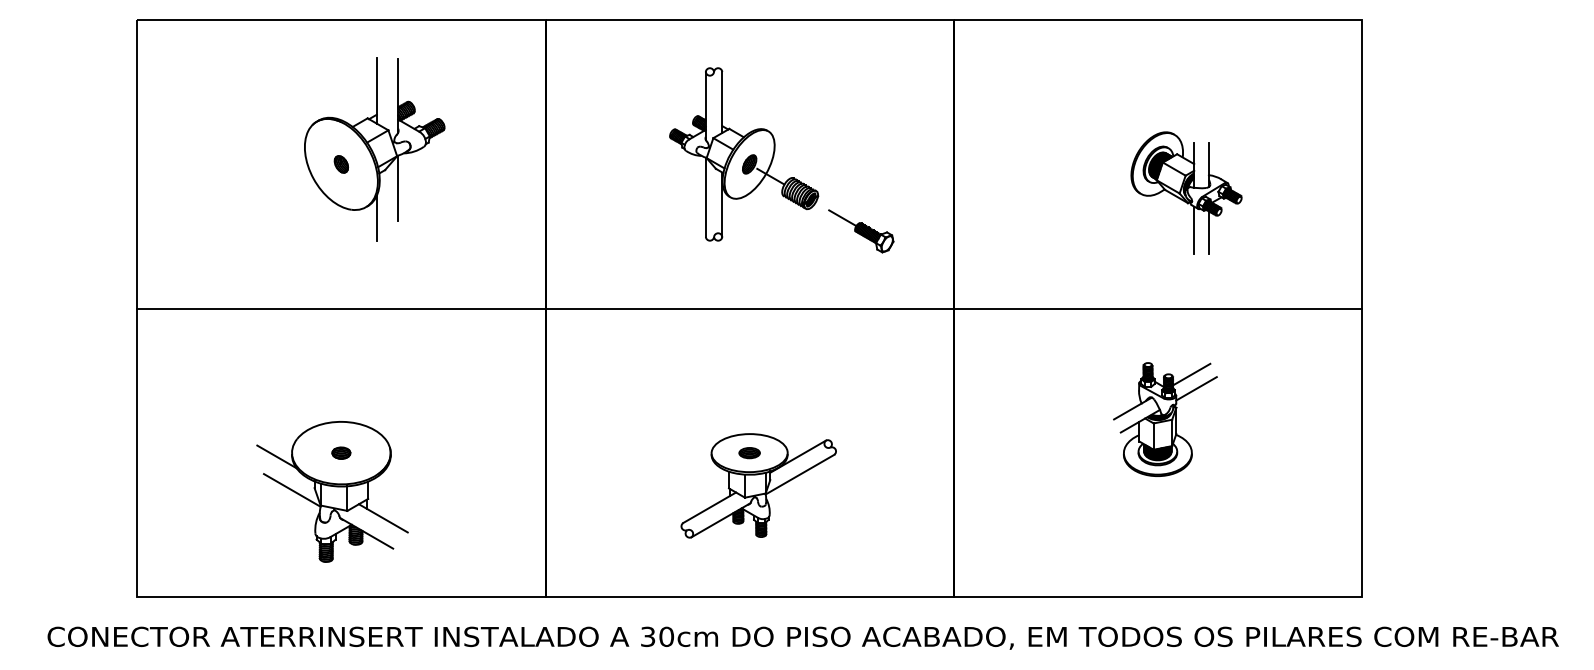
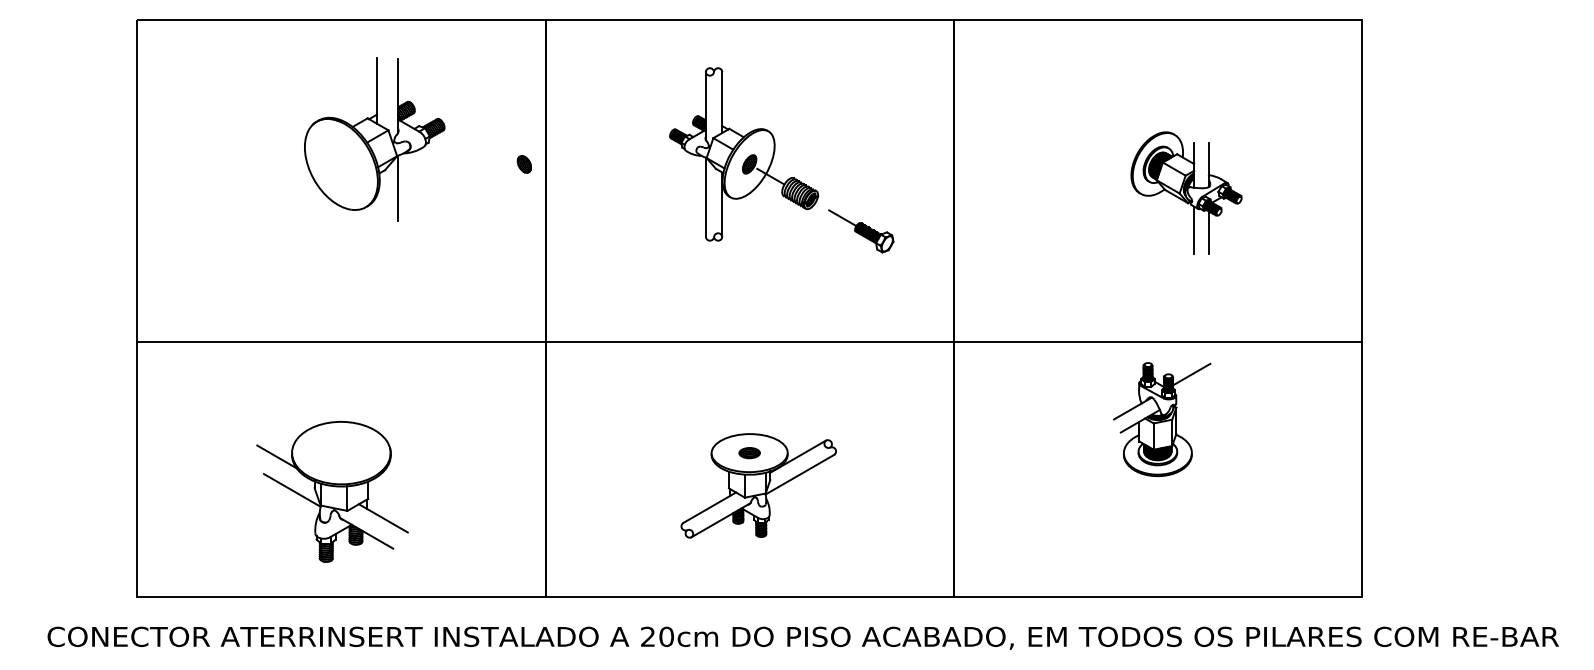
part at (340, 164) position: (340, 164) -> (523, 164)
line at (376, 218): present -> none
line at (749, 308) position: (749, 308) -> (749, 341)
line at (1196, 388): present -> none
part at (341, 452): present -> none
text at (648, 637): 30cm -> 20cm
